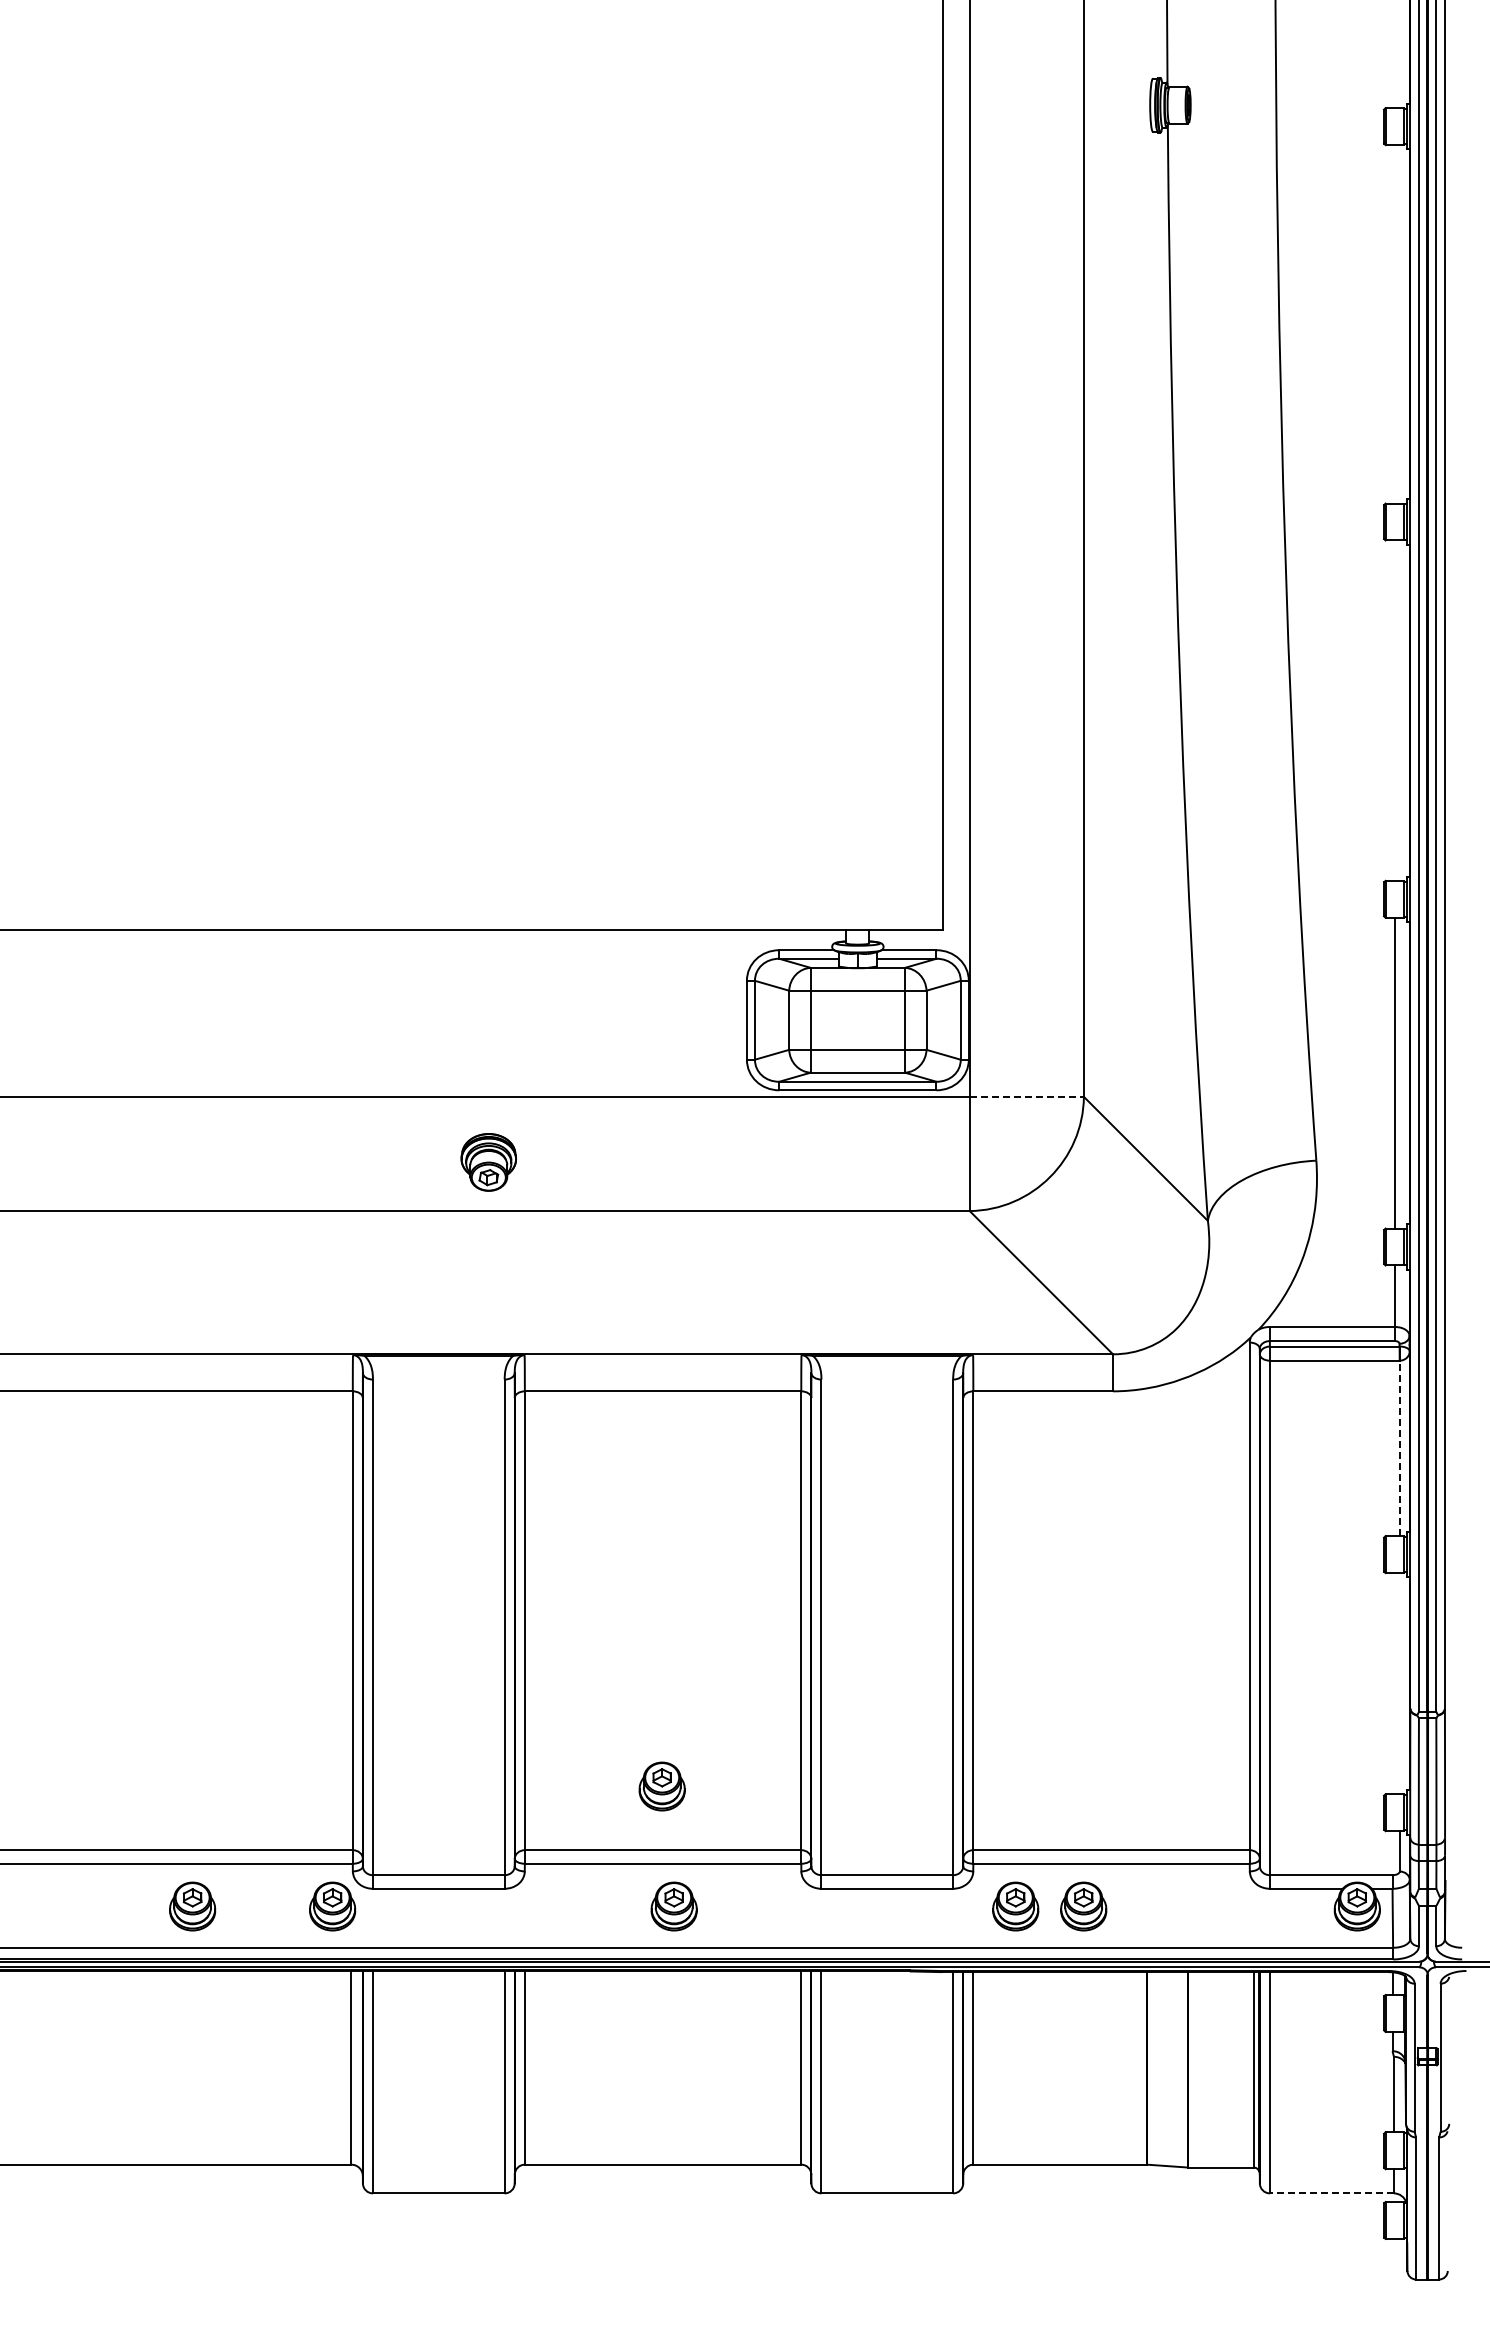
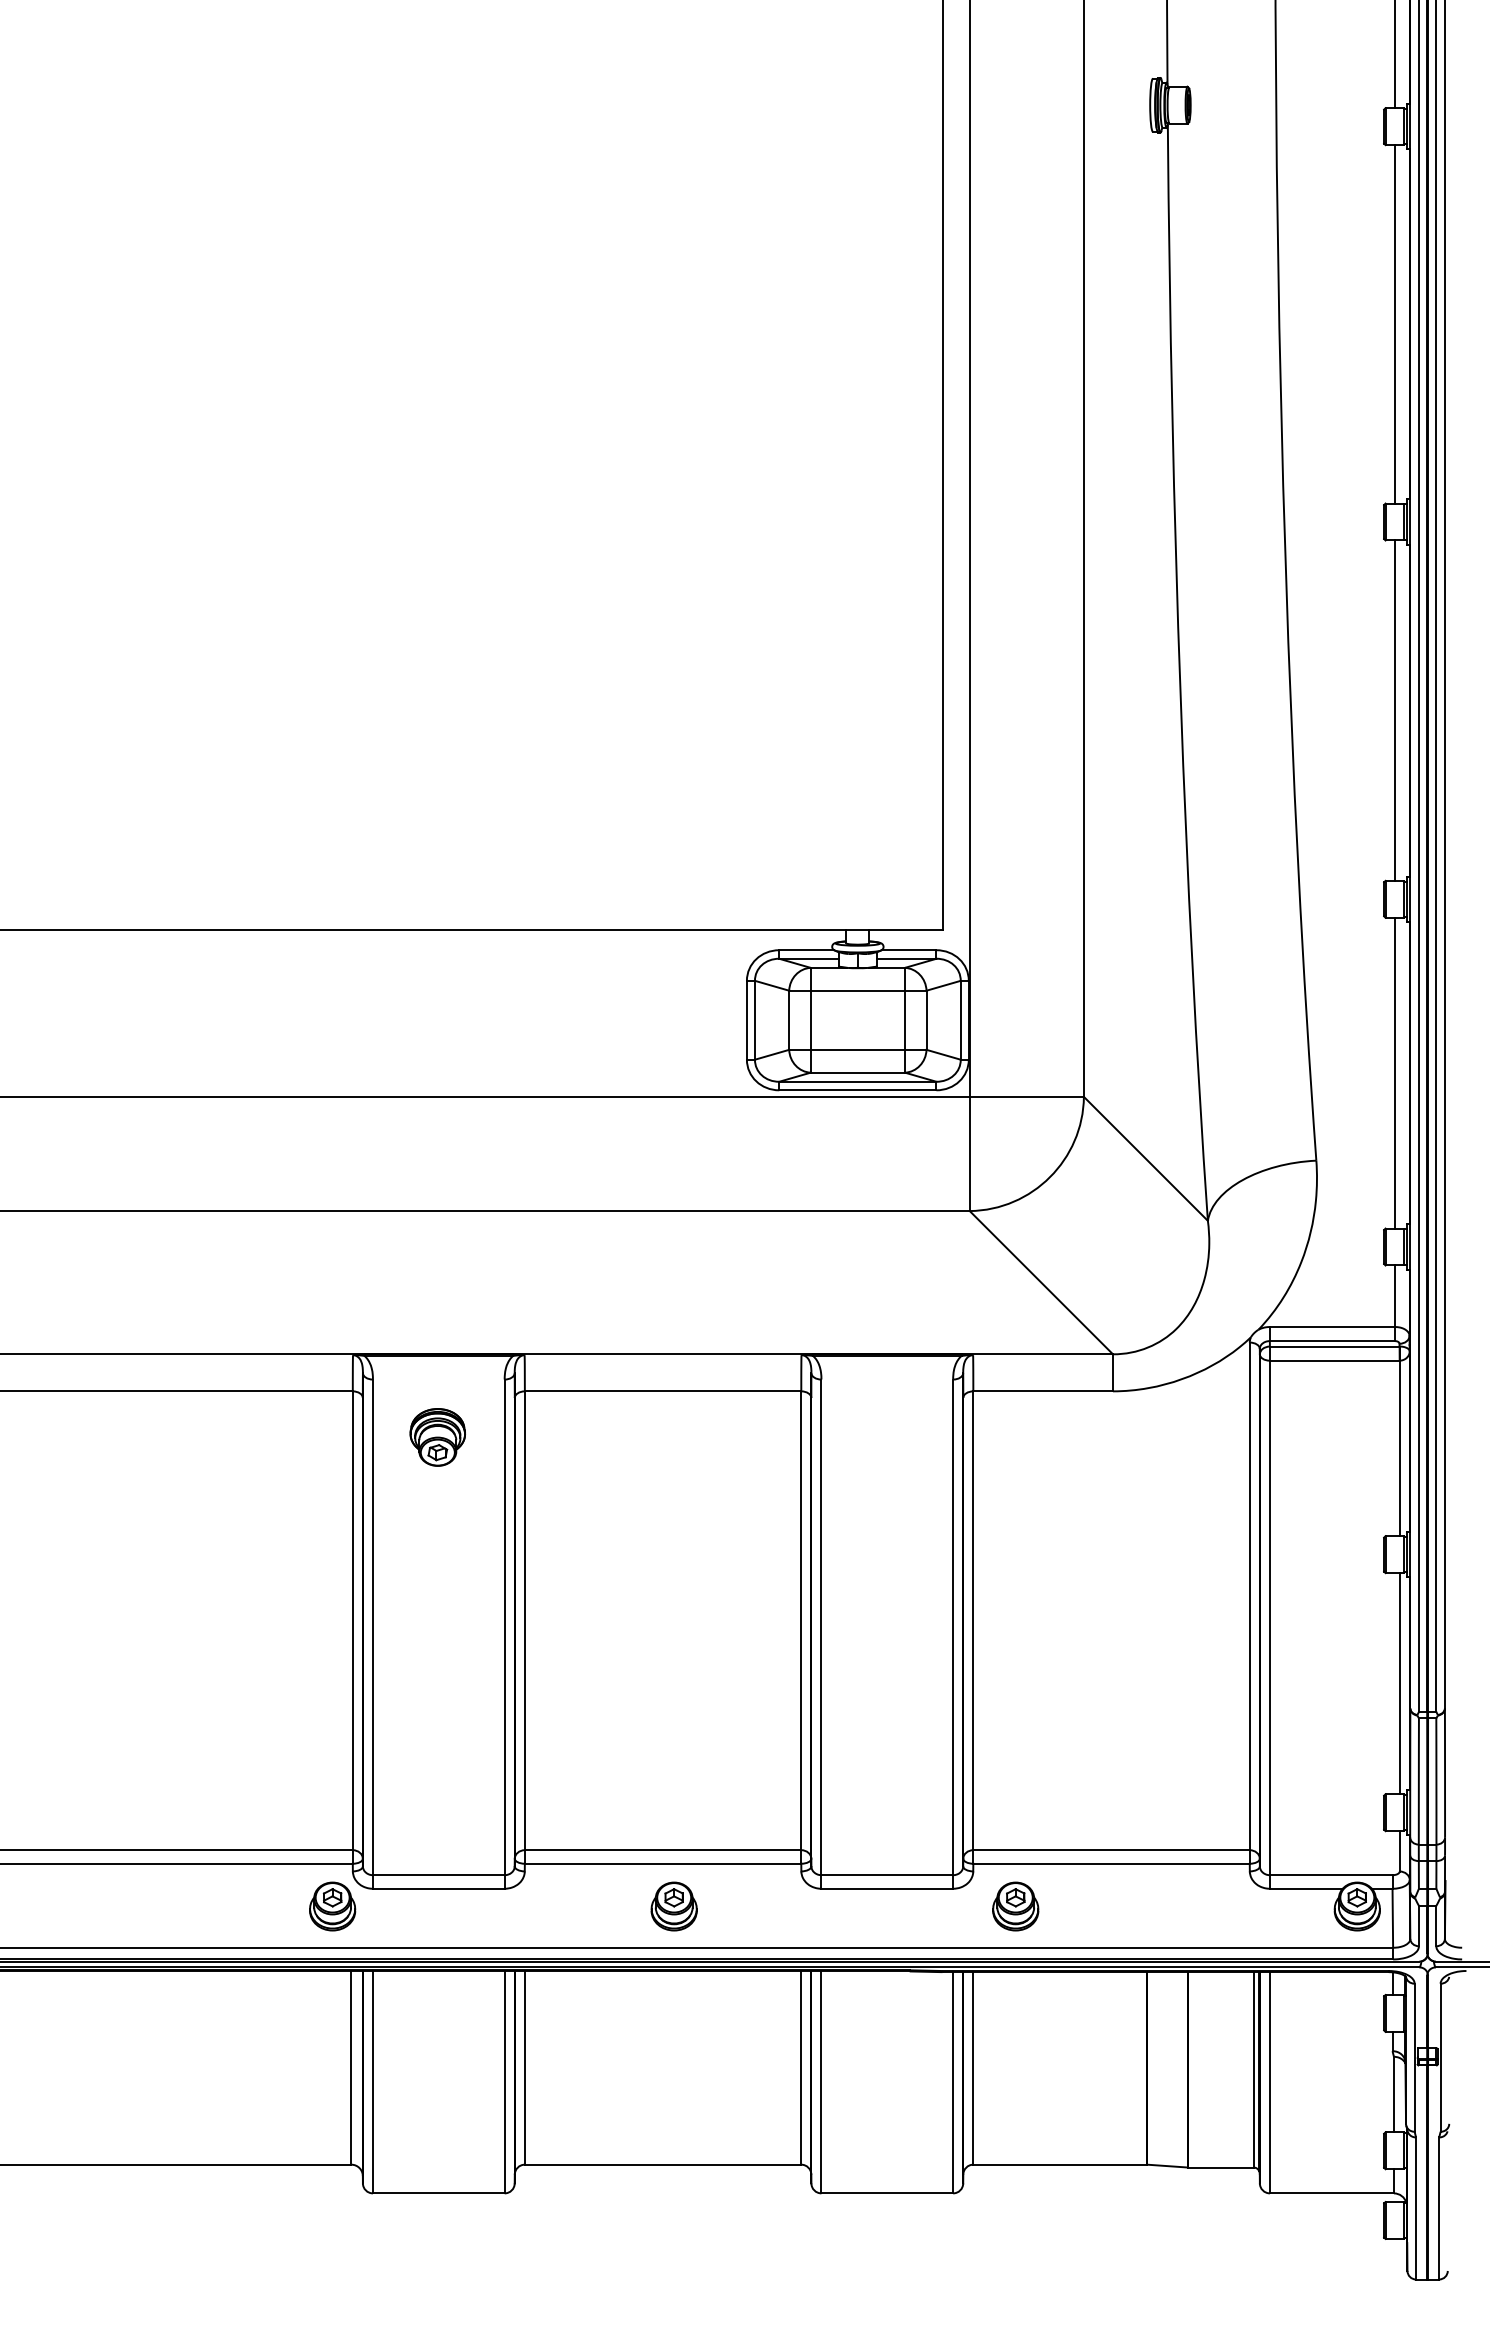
line at (1395, 55): none -> present
line at (1395, 324): none -> present
line at (1395, 710): none -> present
line at (1027, 1096): dashed -> solid
part at (488, 1162) position: (488, 1162) -> (437, 1437)
line at (1399, 1448): dashed -> solid
line at (1399, 1683): none -> present
part at (661, 1786): present -> none
part at (192, 1906): present -> none
part at (1083, 1906): present -> none
line at (1331, 2193): dashed -> solid
